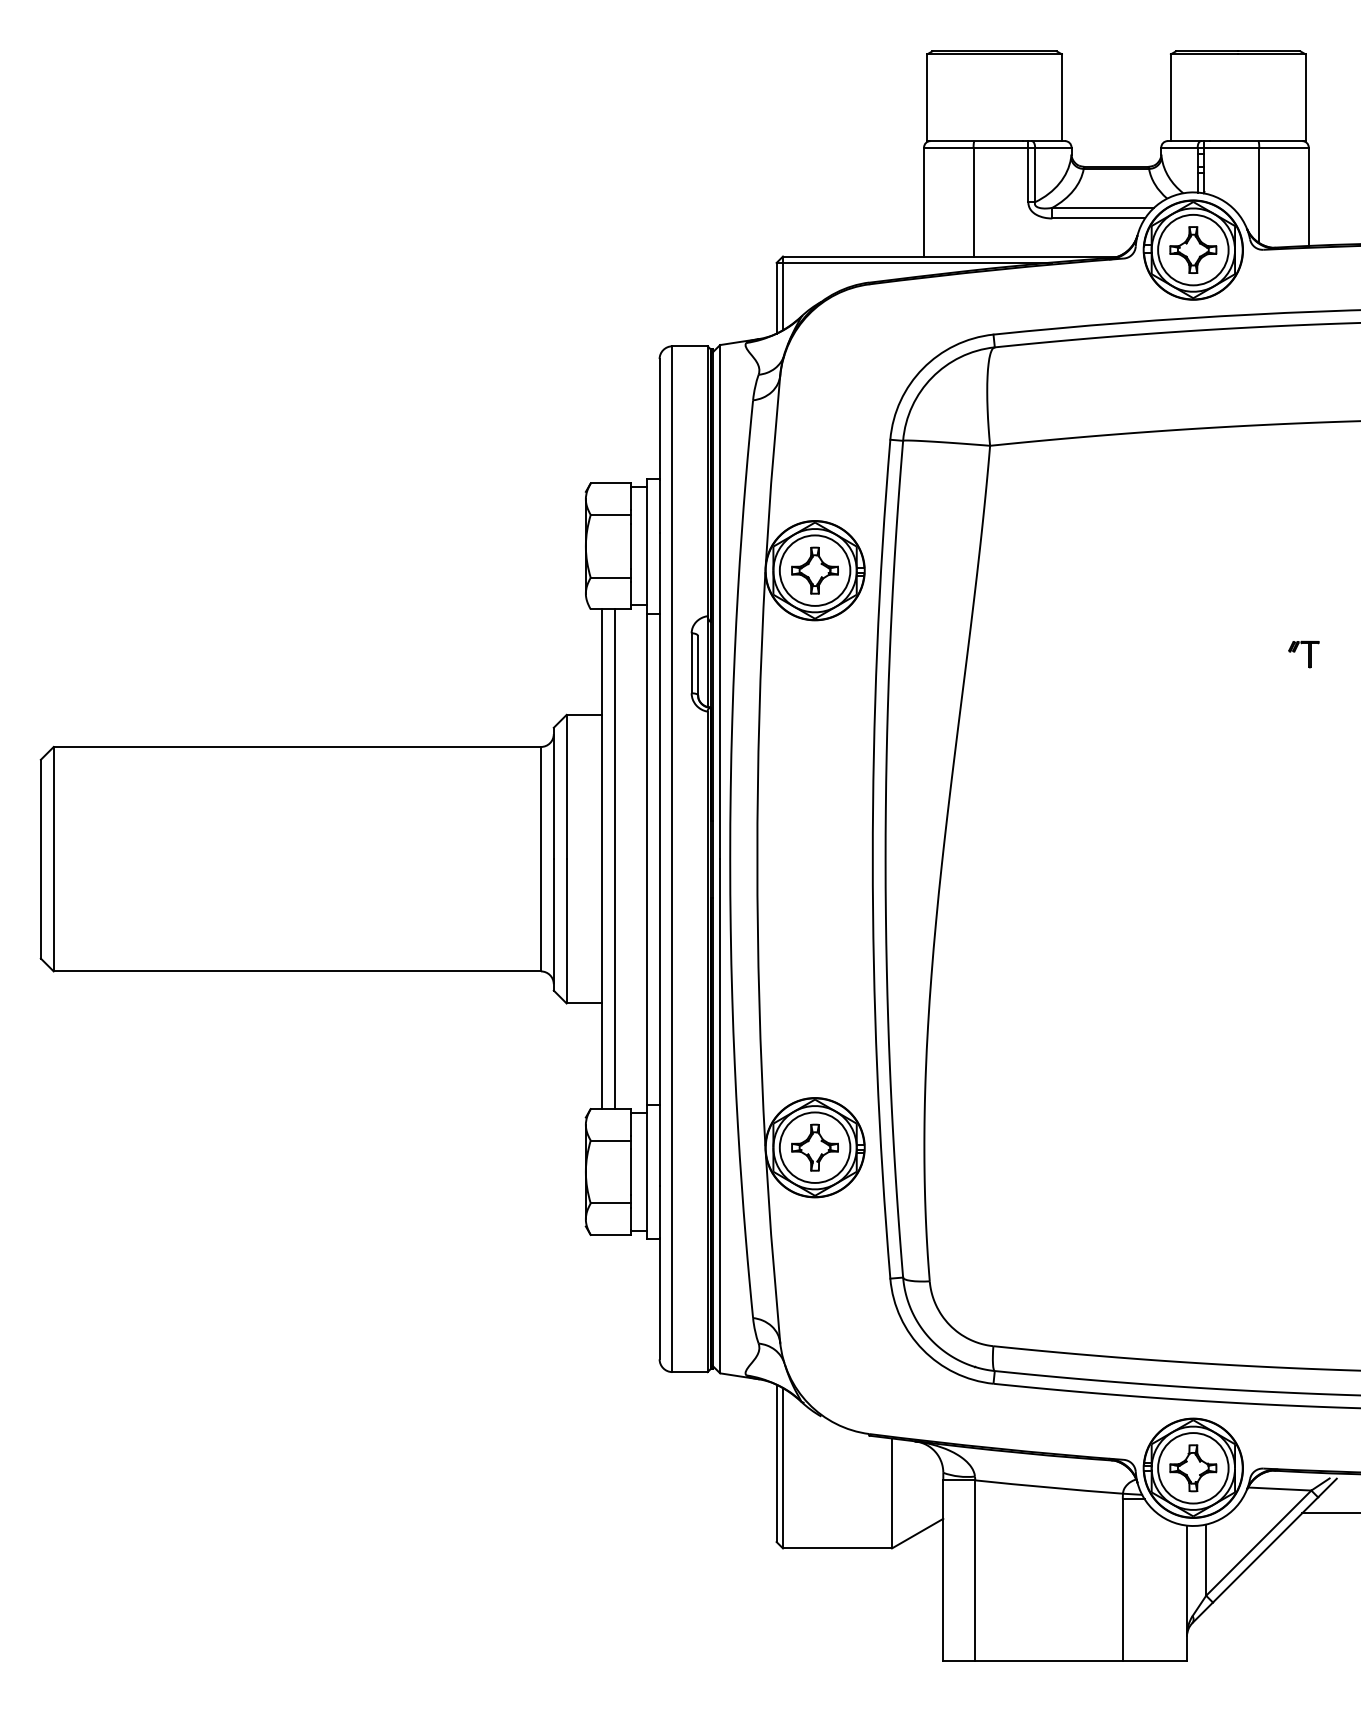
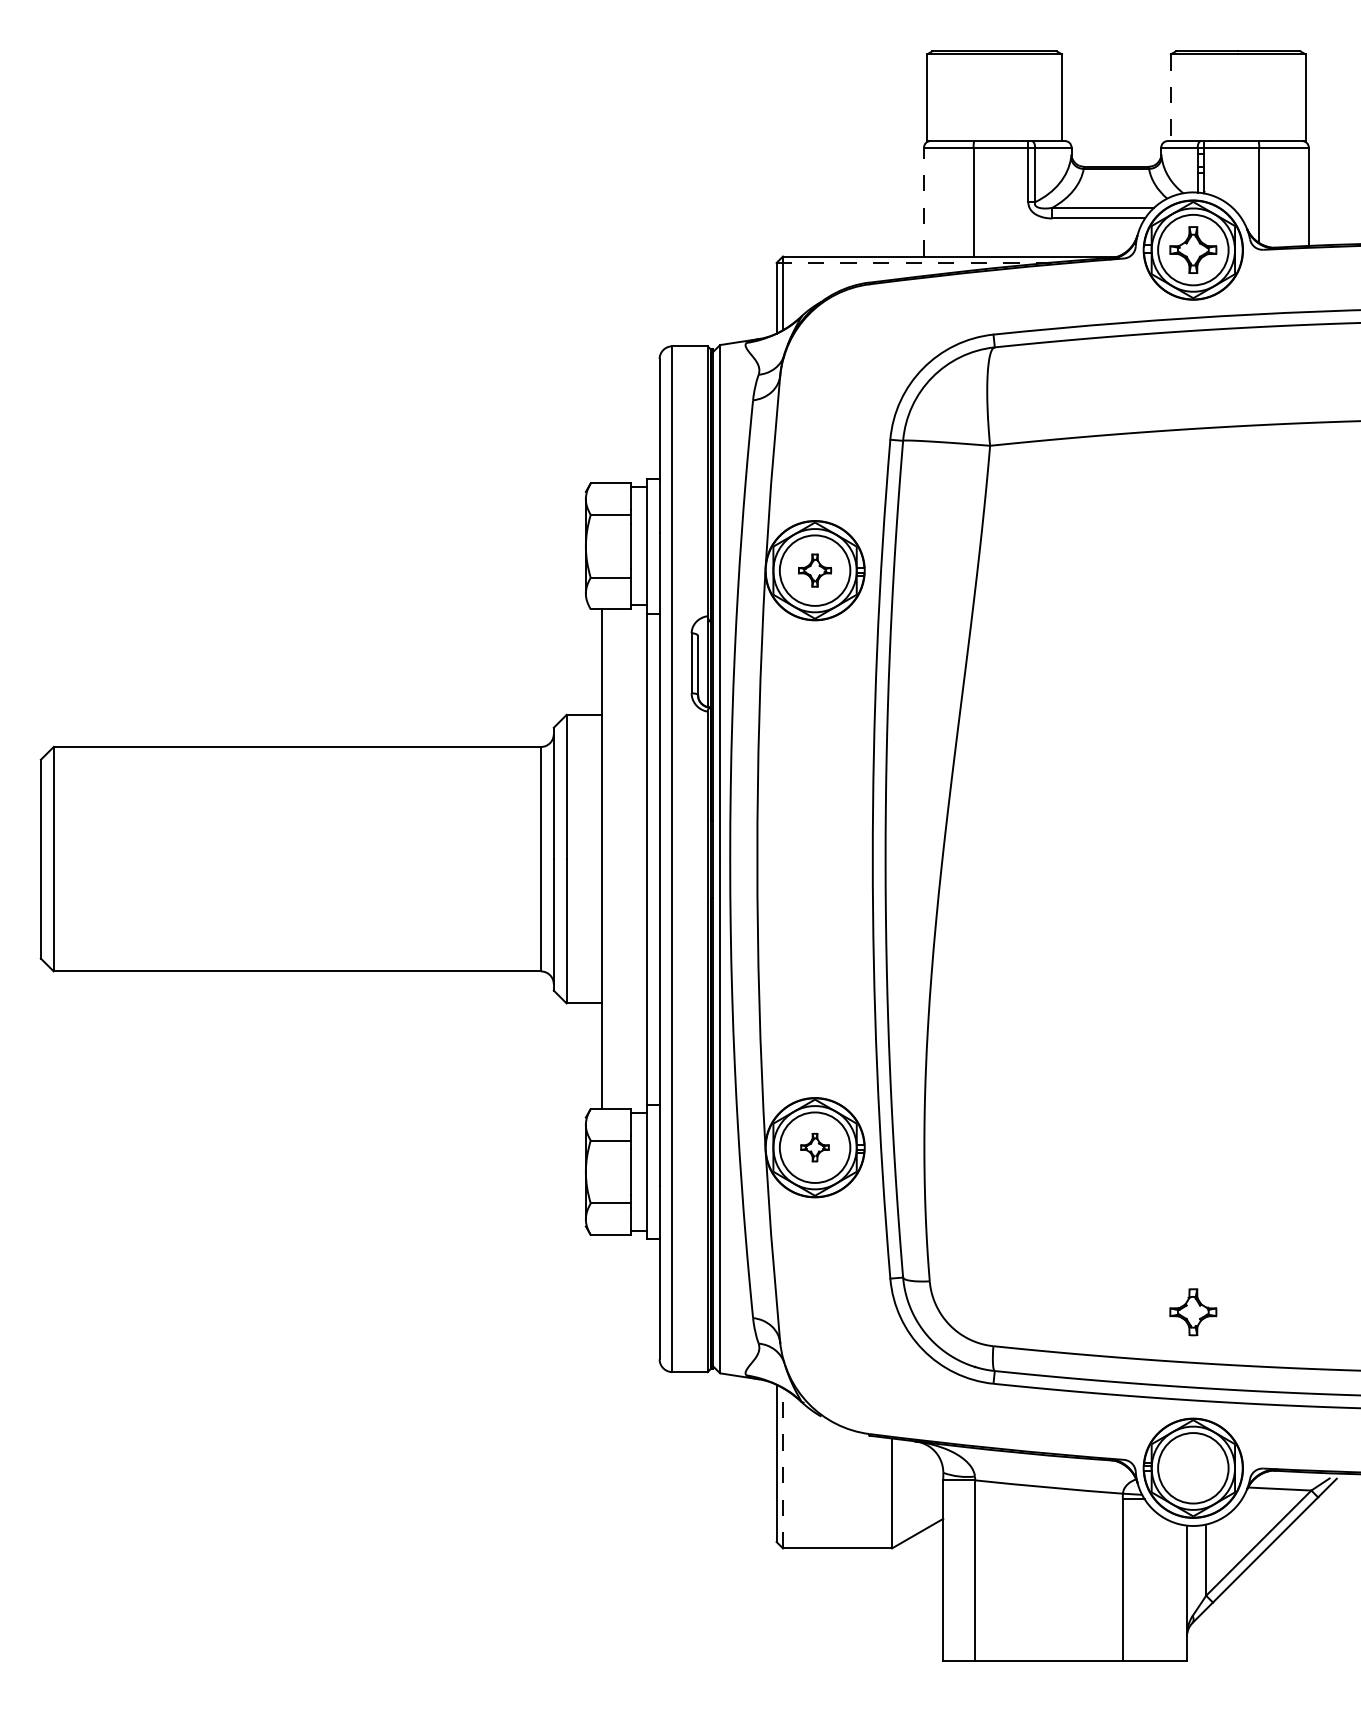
line at (1170, 98): solid -> dashed
line at (924, 201): solid -> dashed
line at (917, 262): solid -> dashed
part at (814, 570) size: 48x49 px -> 35x35 px
part at (1303, 654): present -> none
line at (614, 859): present -> none
part at (814, 1147) size: 48x49 px -> 30x31 px
line at (783, 1467): solid -> dashed
part at (1193, 1468) position: (1193, 1468) -> (1193, 1312)
line at (1329, 1513): present -> none
